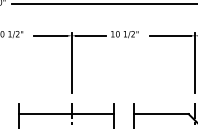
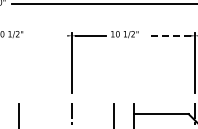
line at (50, 35): present -> none
line at (169, 35): solid -> dashed
line at (66, 114): present -> none
